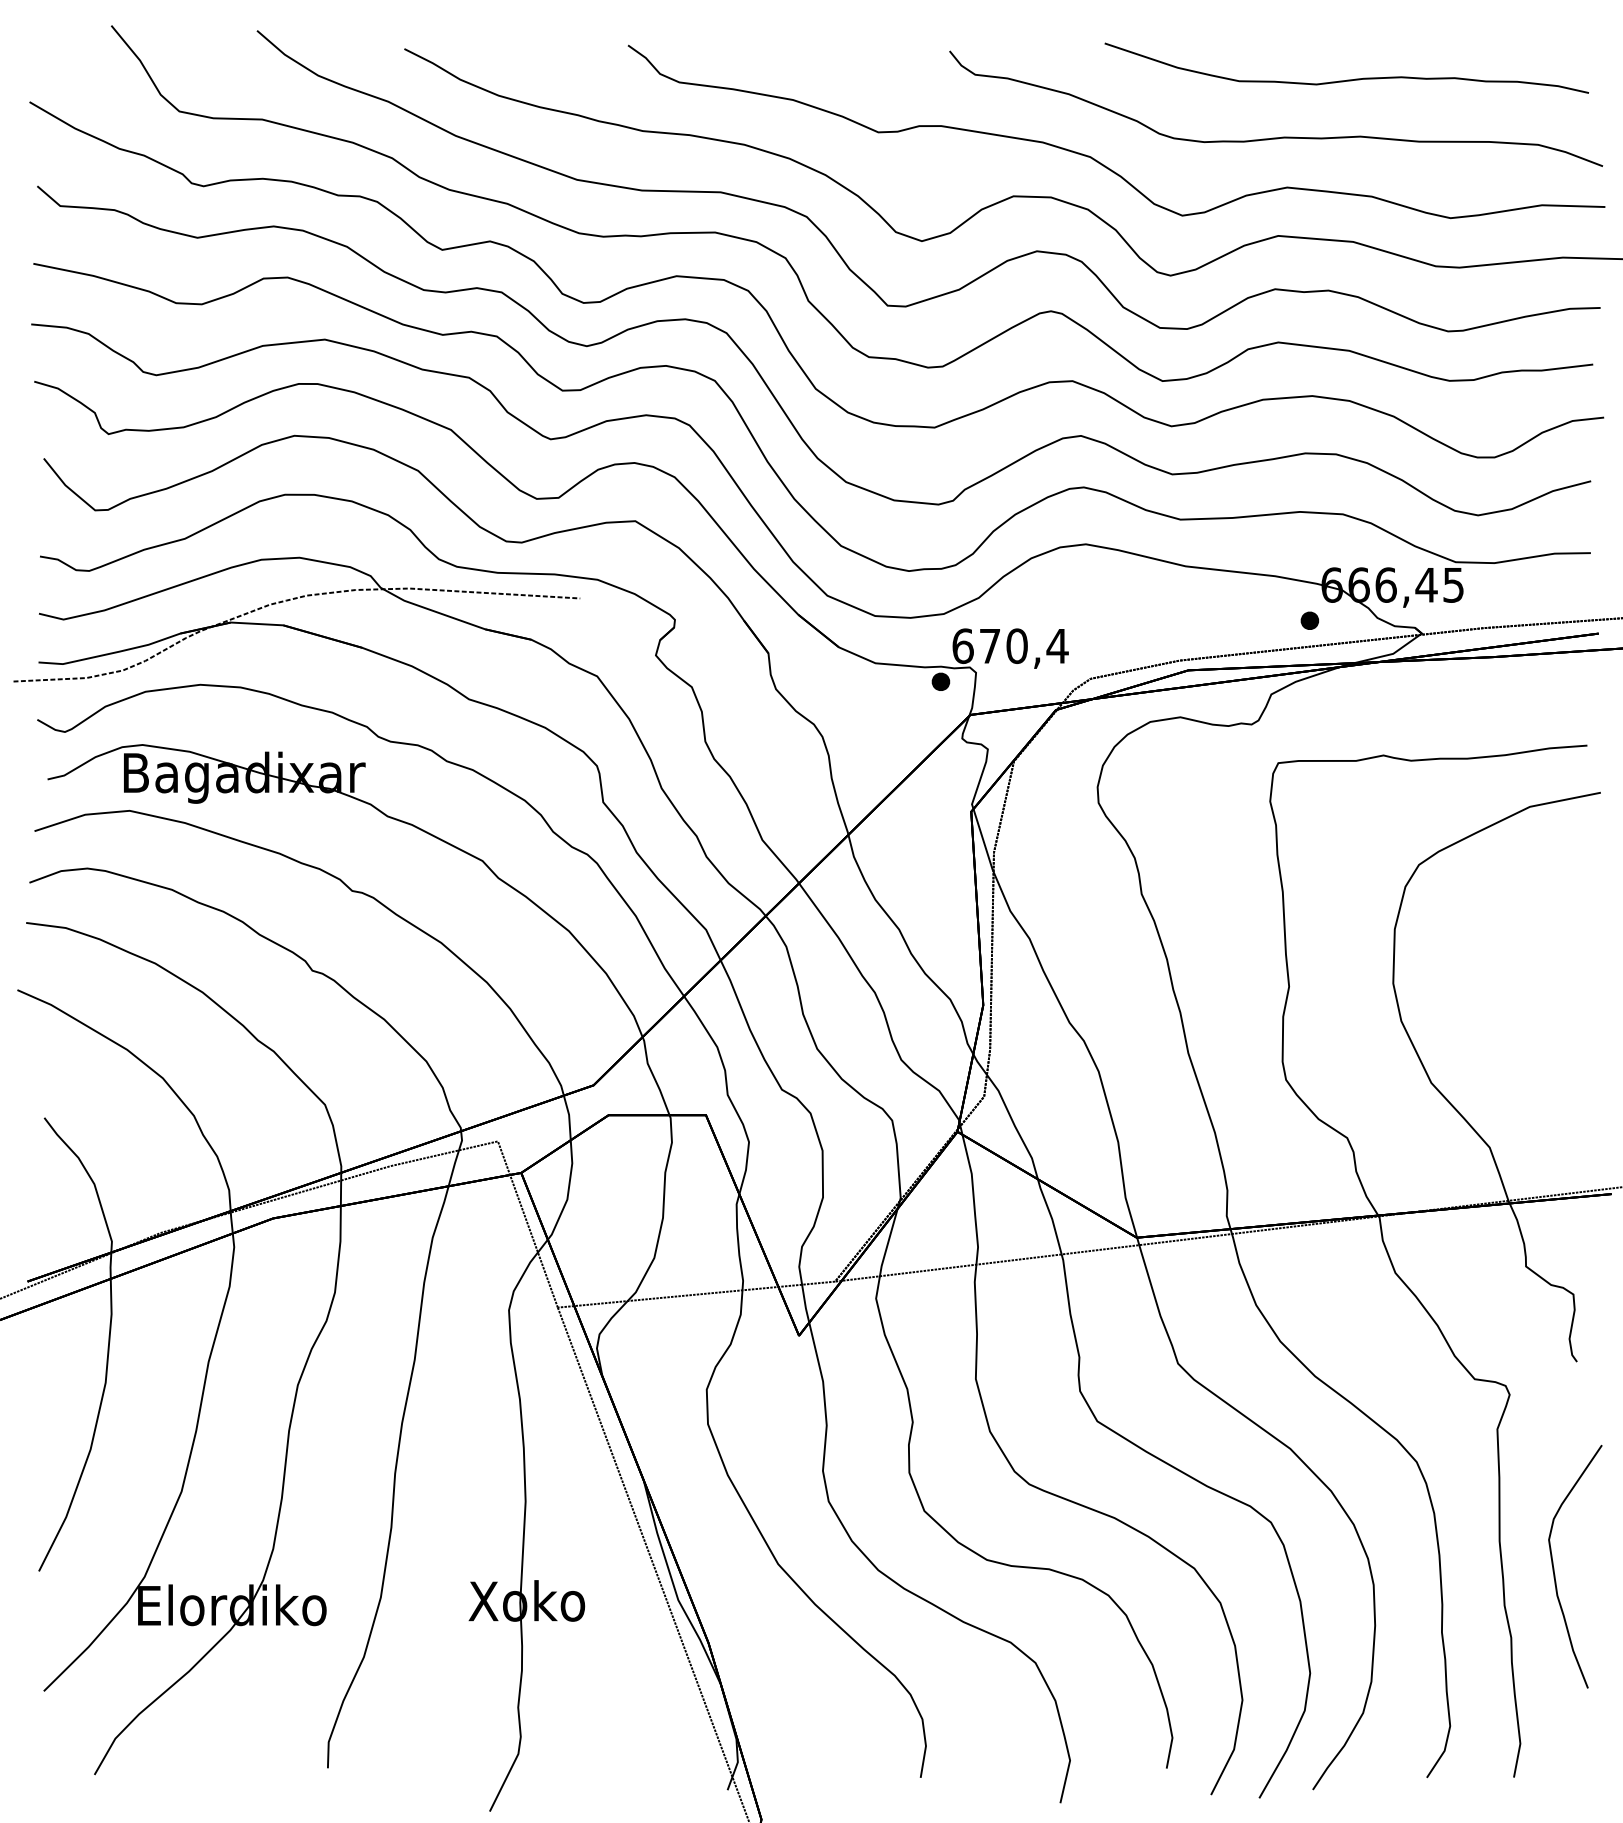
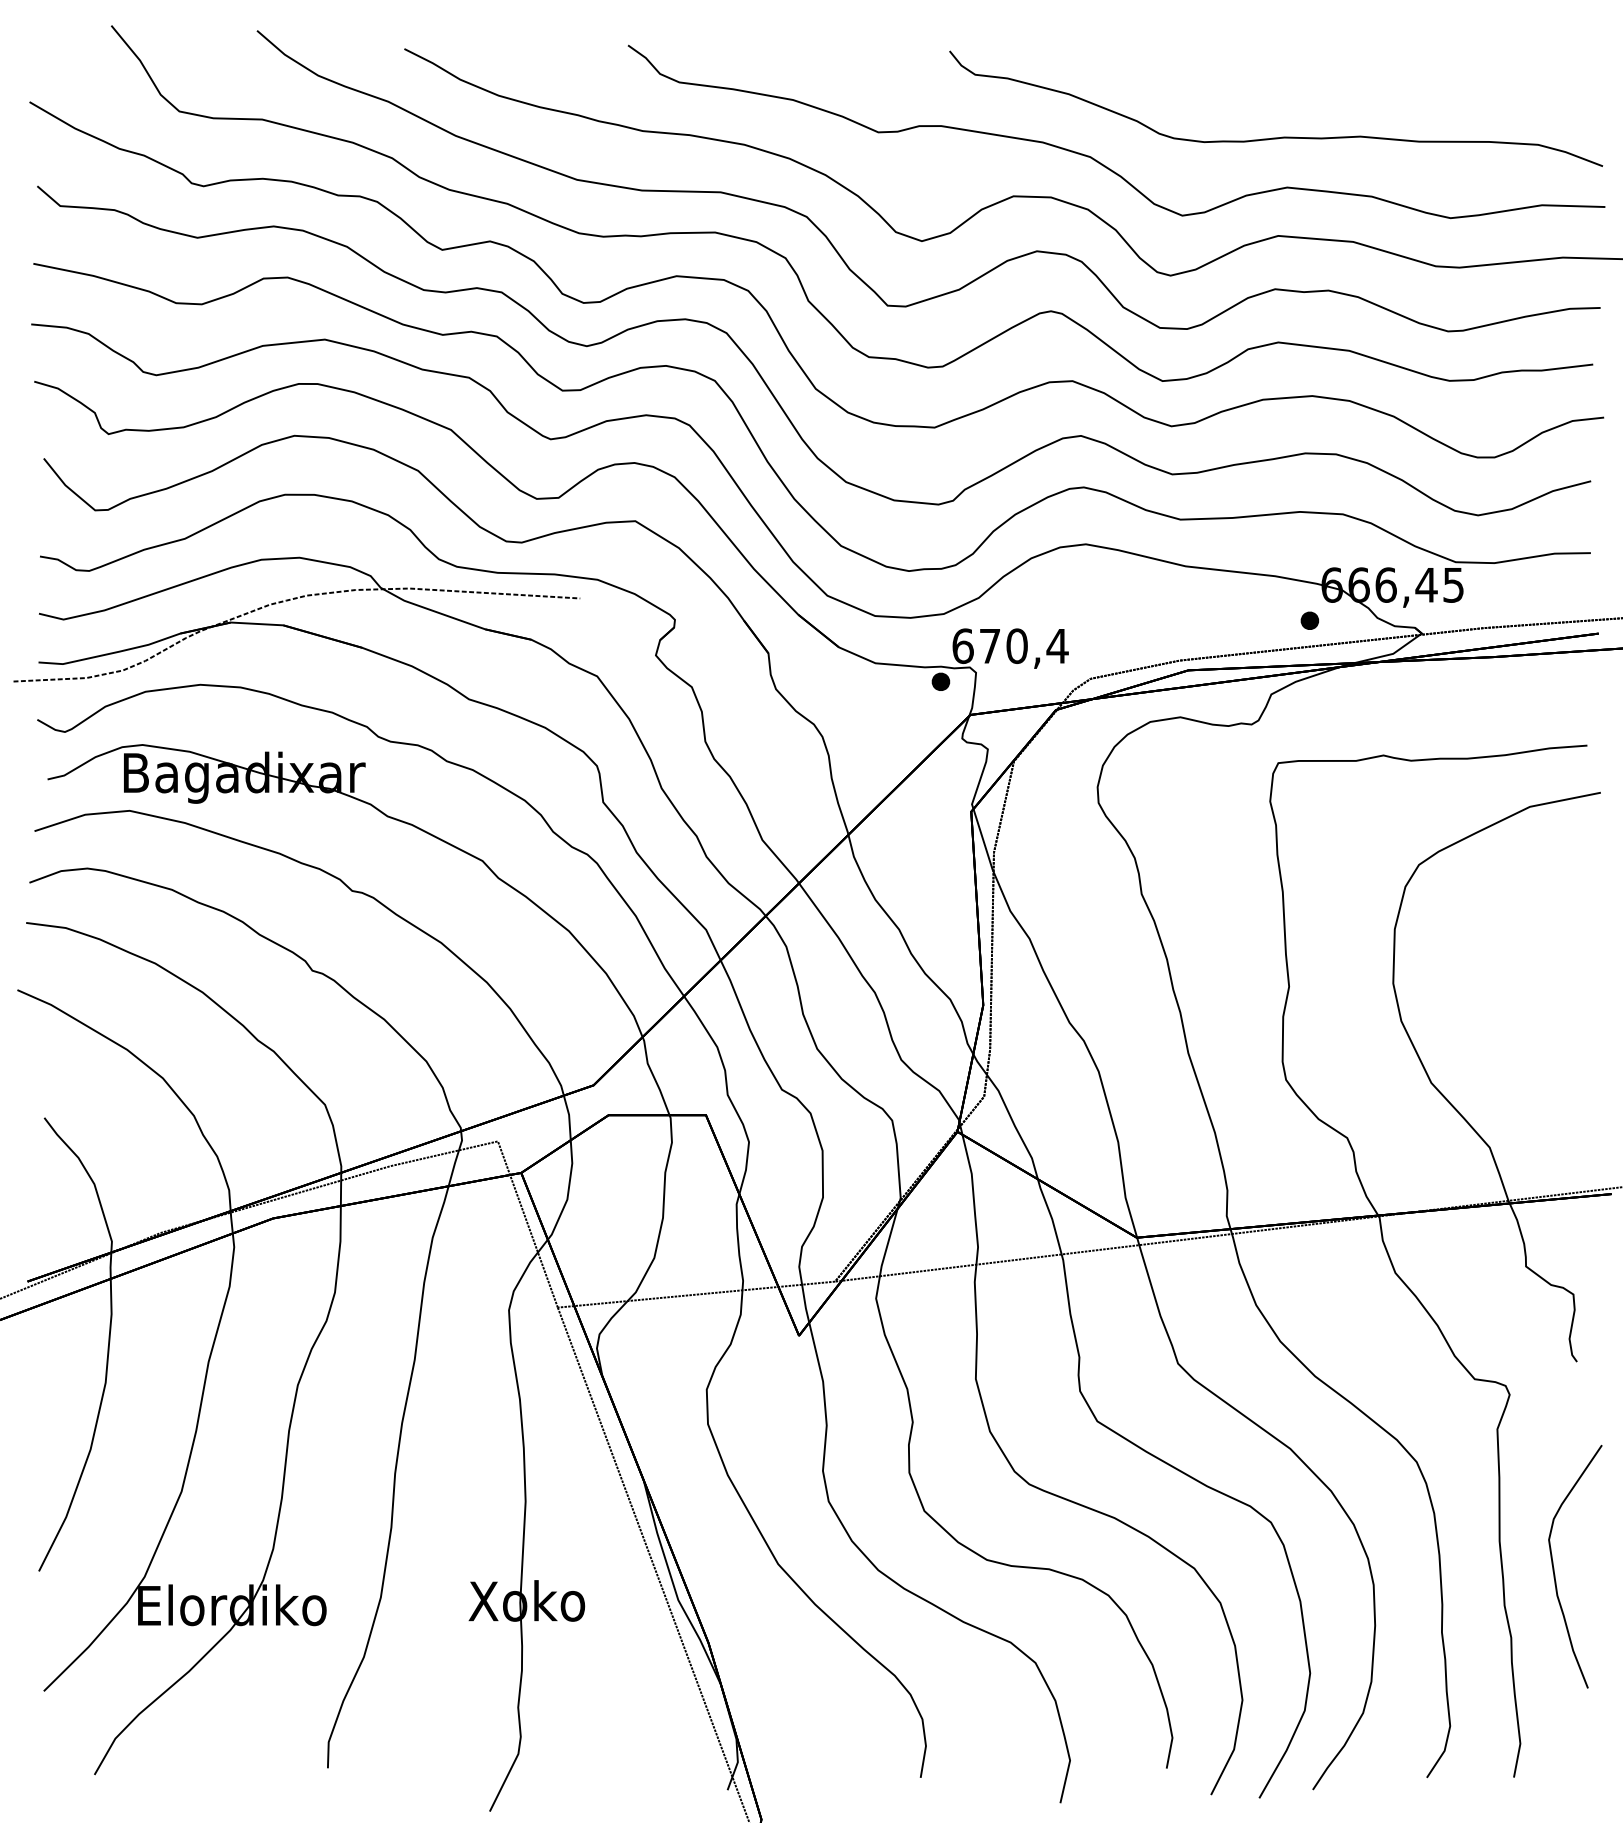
part at (1347, 79): present -> none
